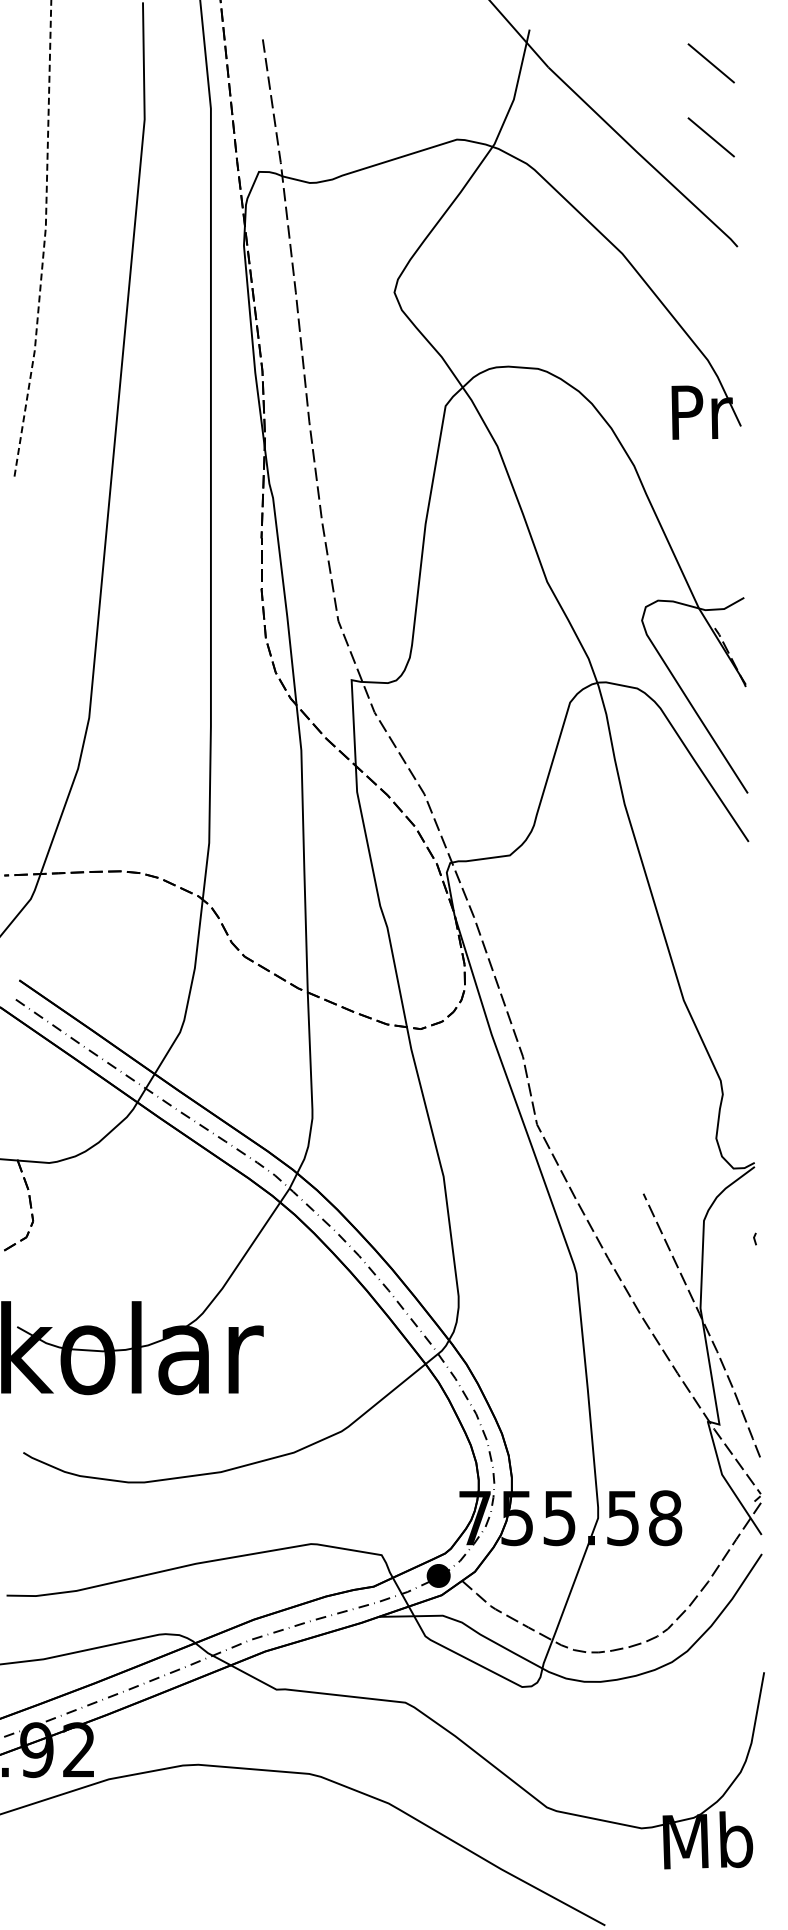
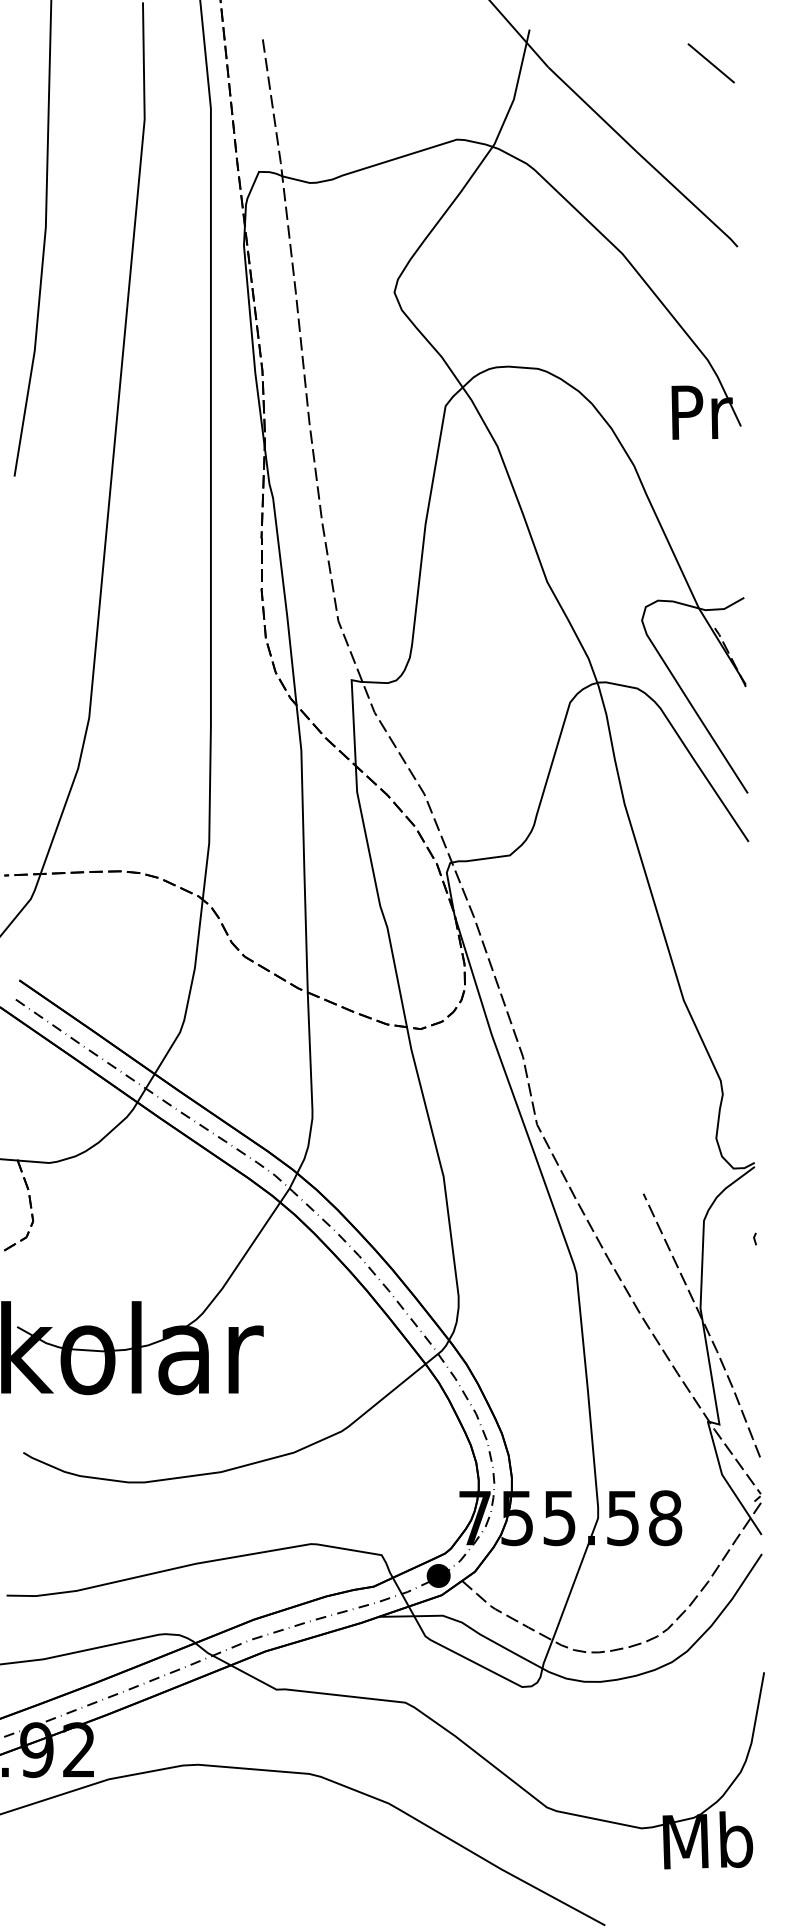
line at (710, 137): present -> none
line at (44, 239): dashed -> solid
